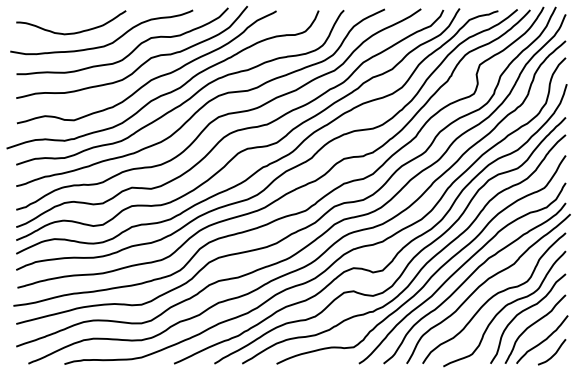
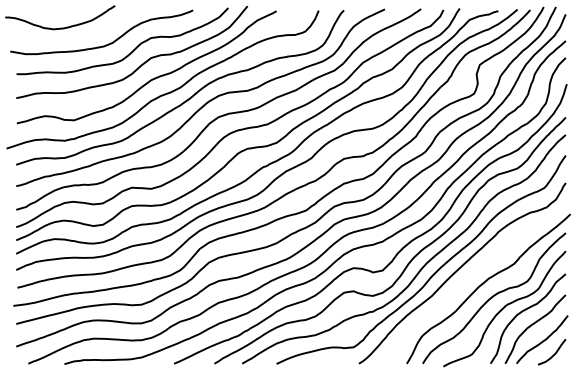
curve at (71, 32) position: (71, 32) -> (60, 27)
curve at (469, 278): present -> none
